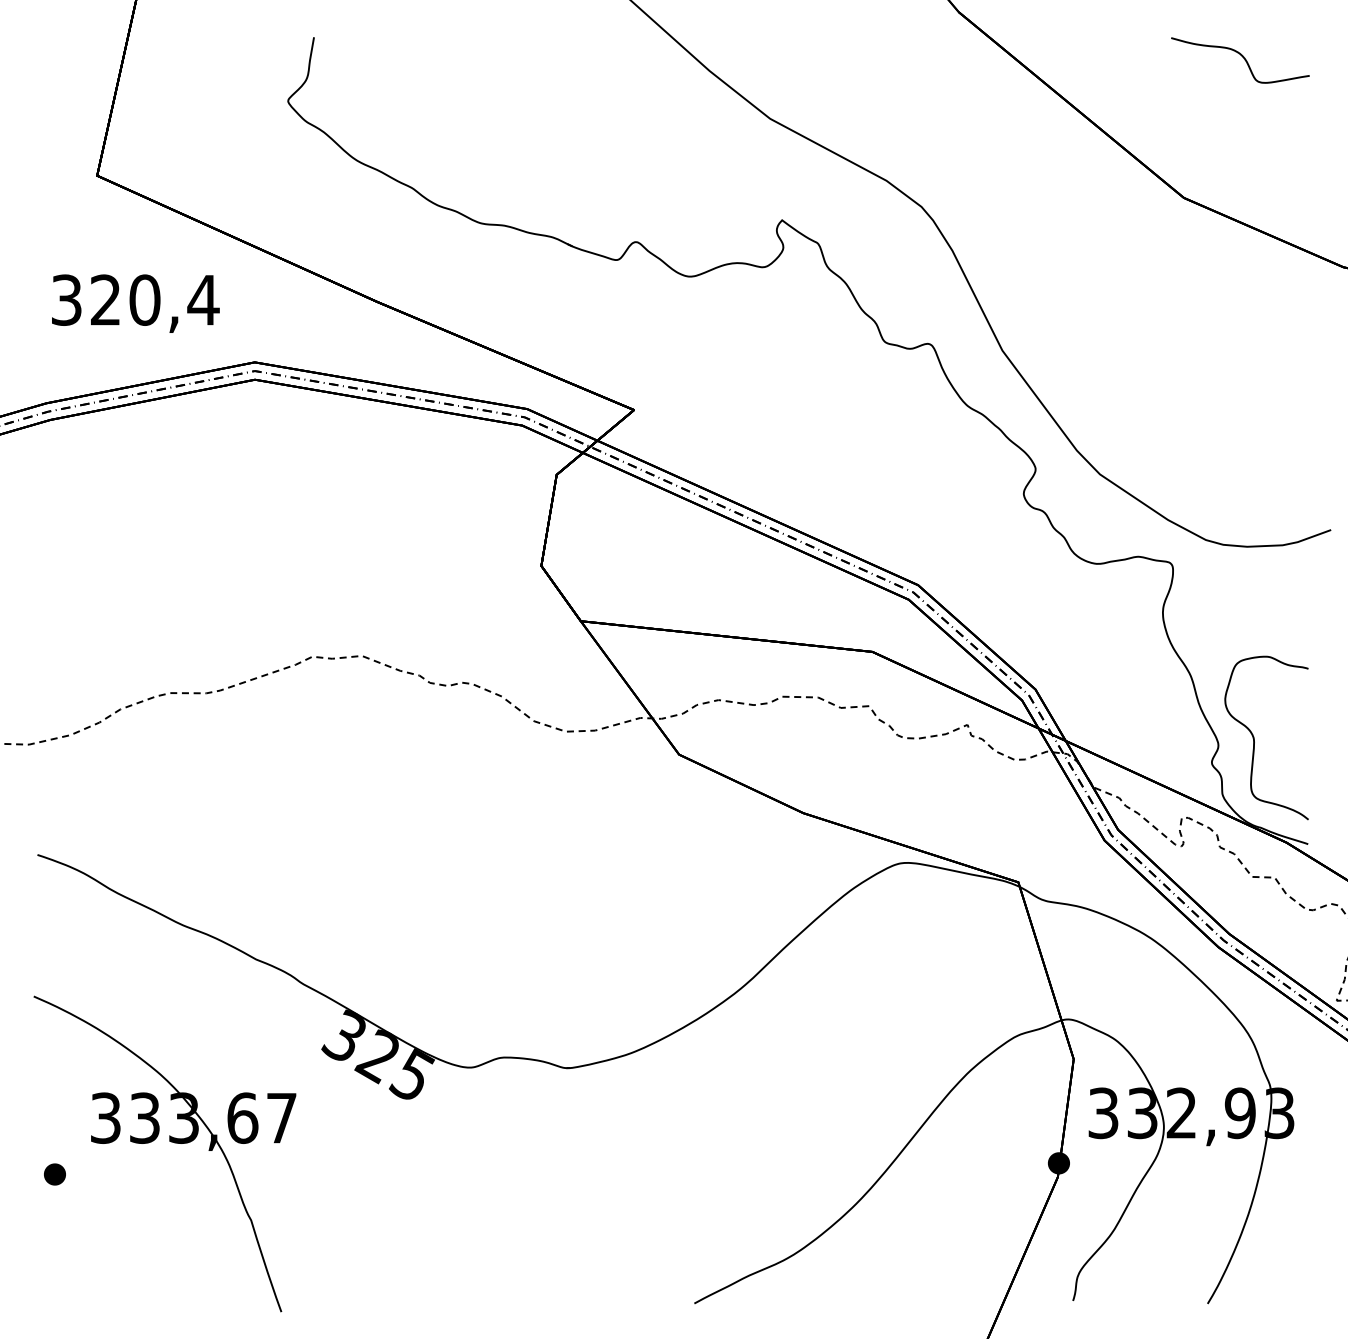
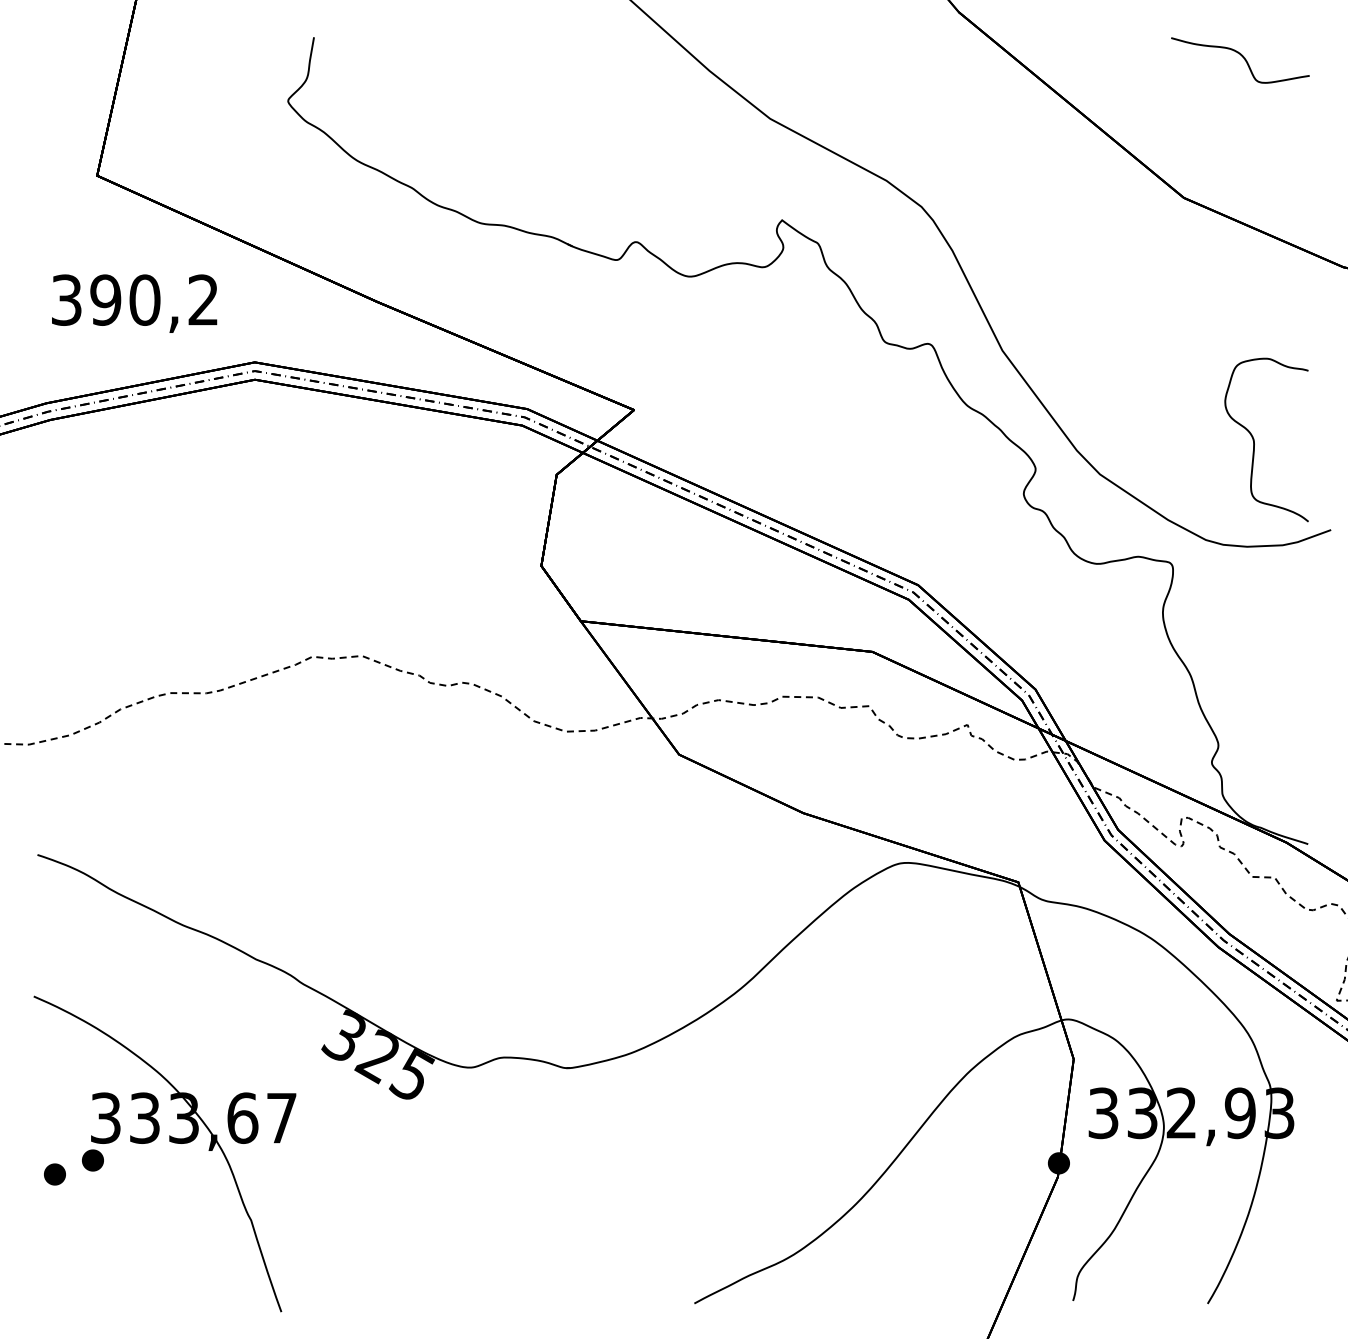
text at (154, 299): 320,4 -> 390,2
curve at (1254, 737) position: (1254, 737) -> (1254, 439)
part at (92, 1160): none -> present
